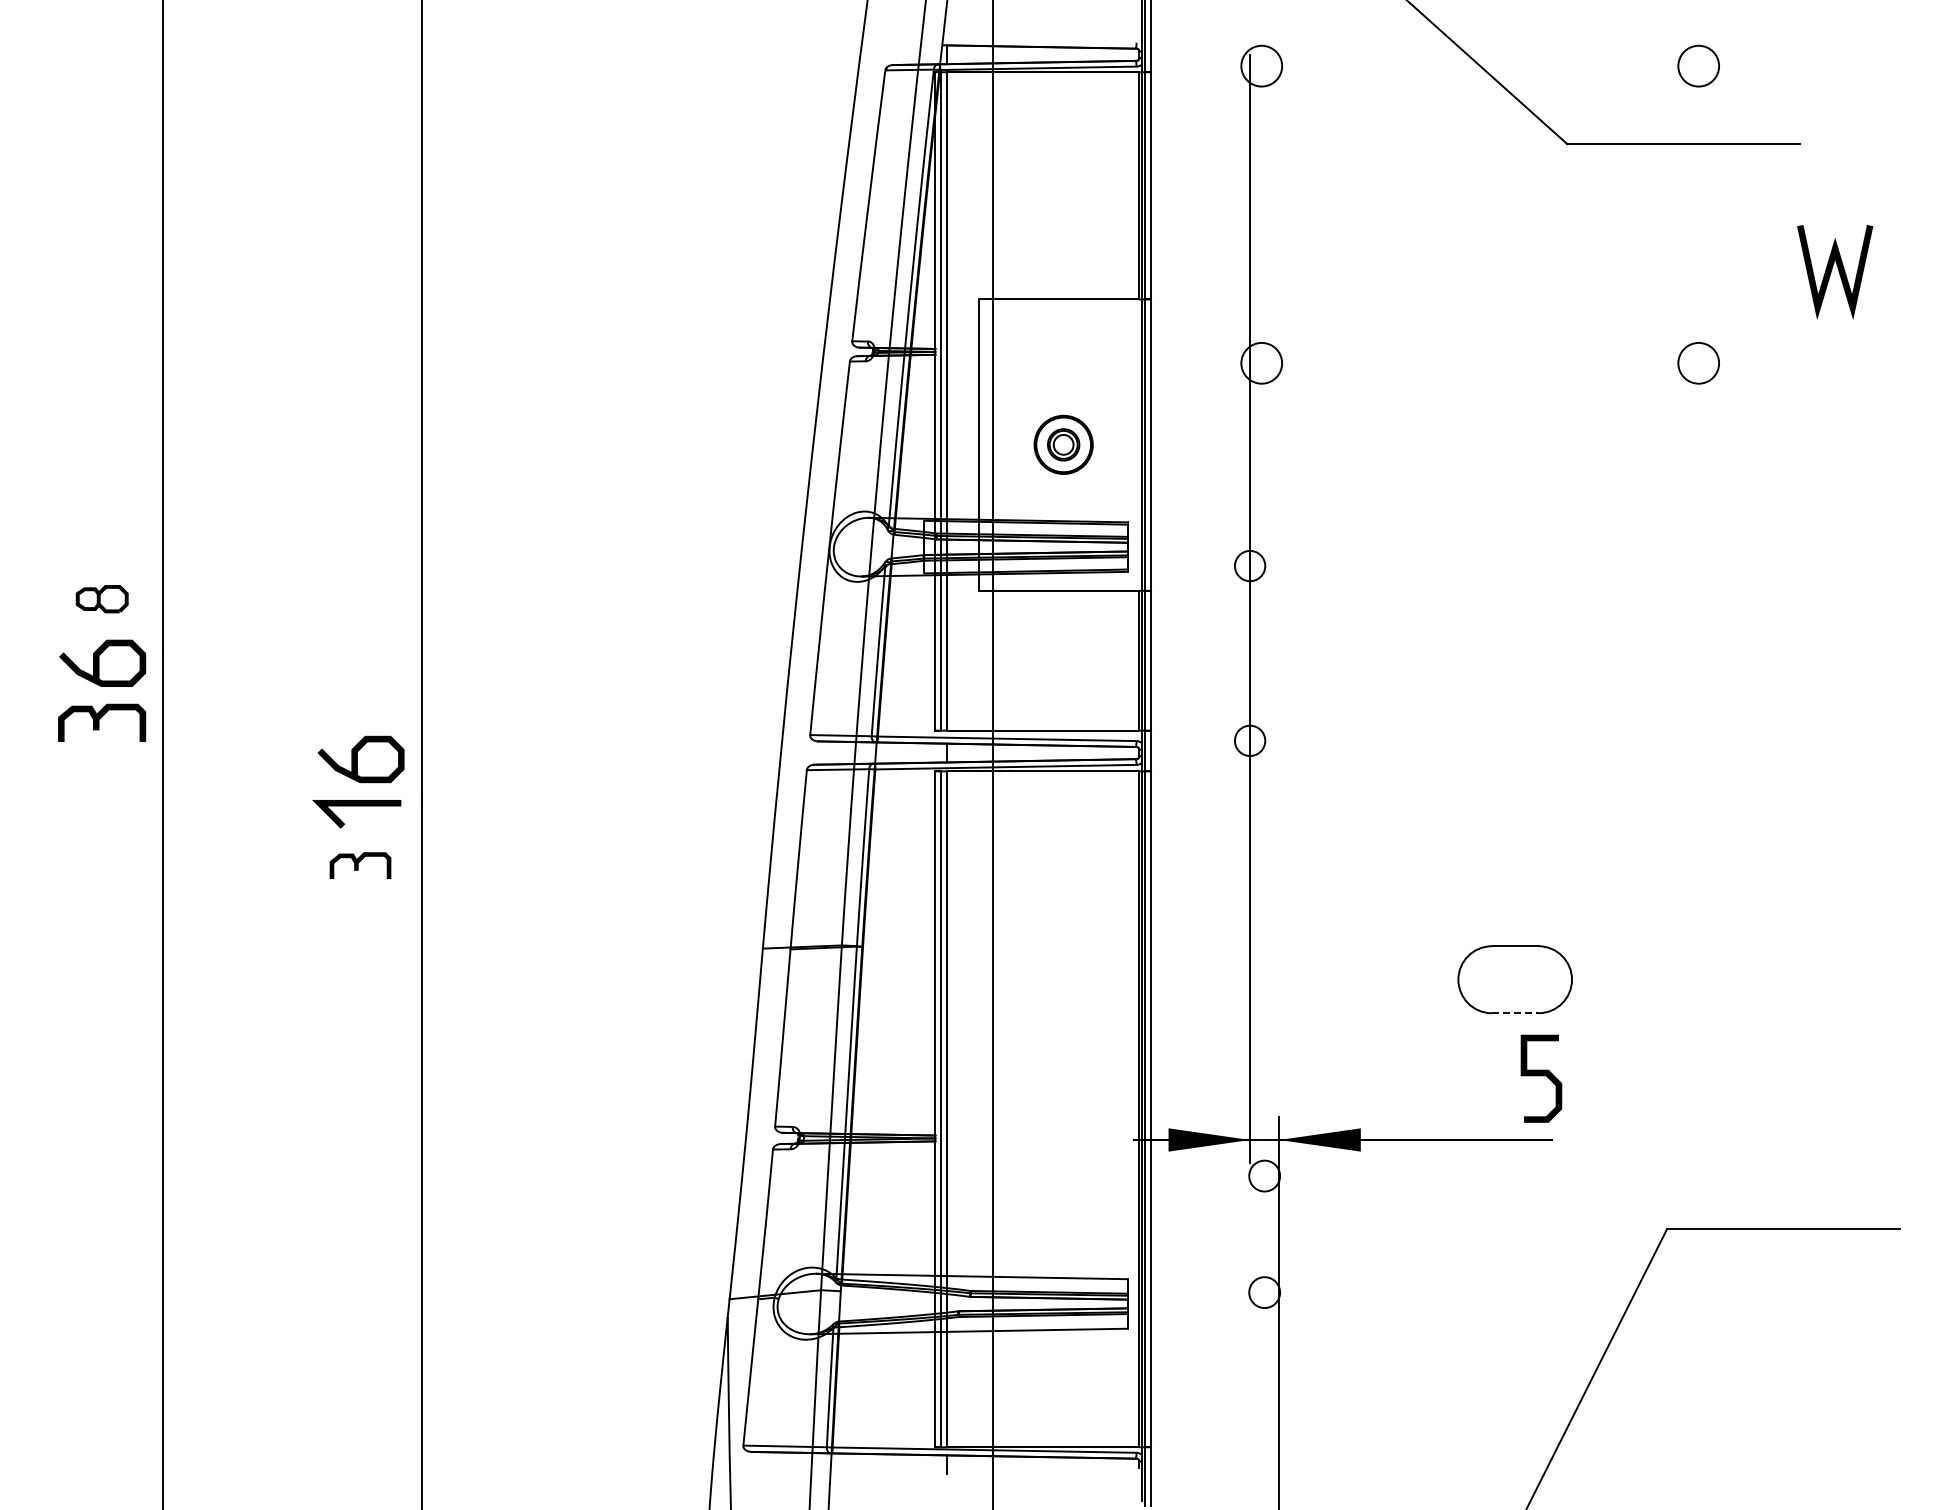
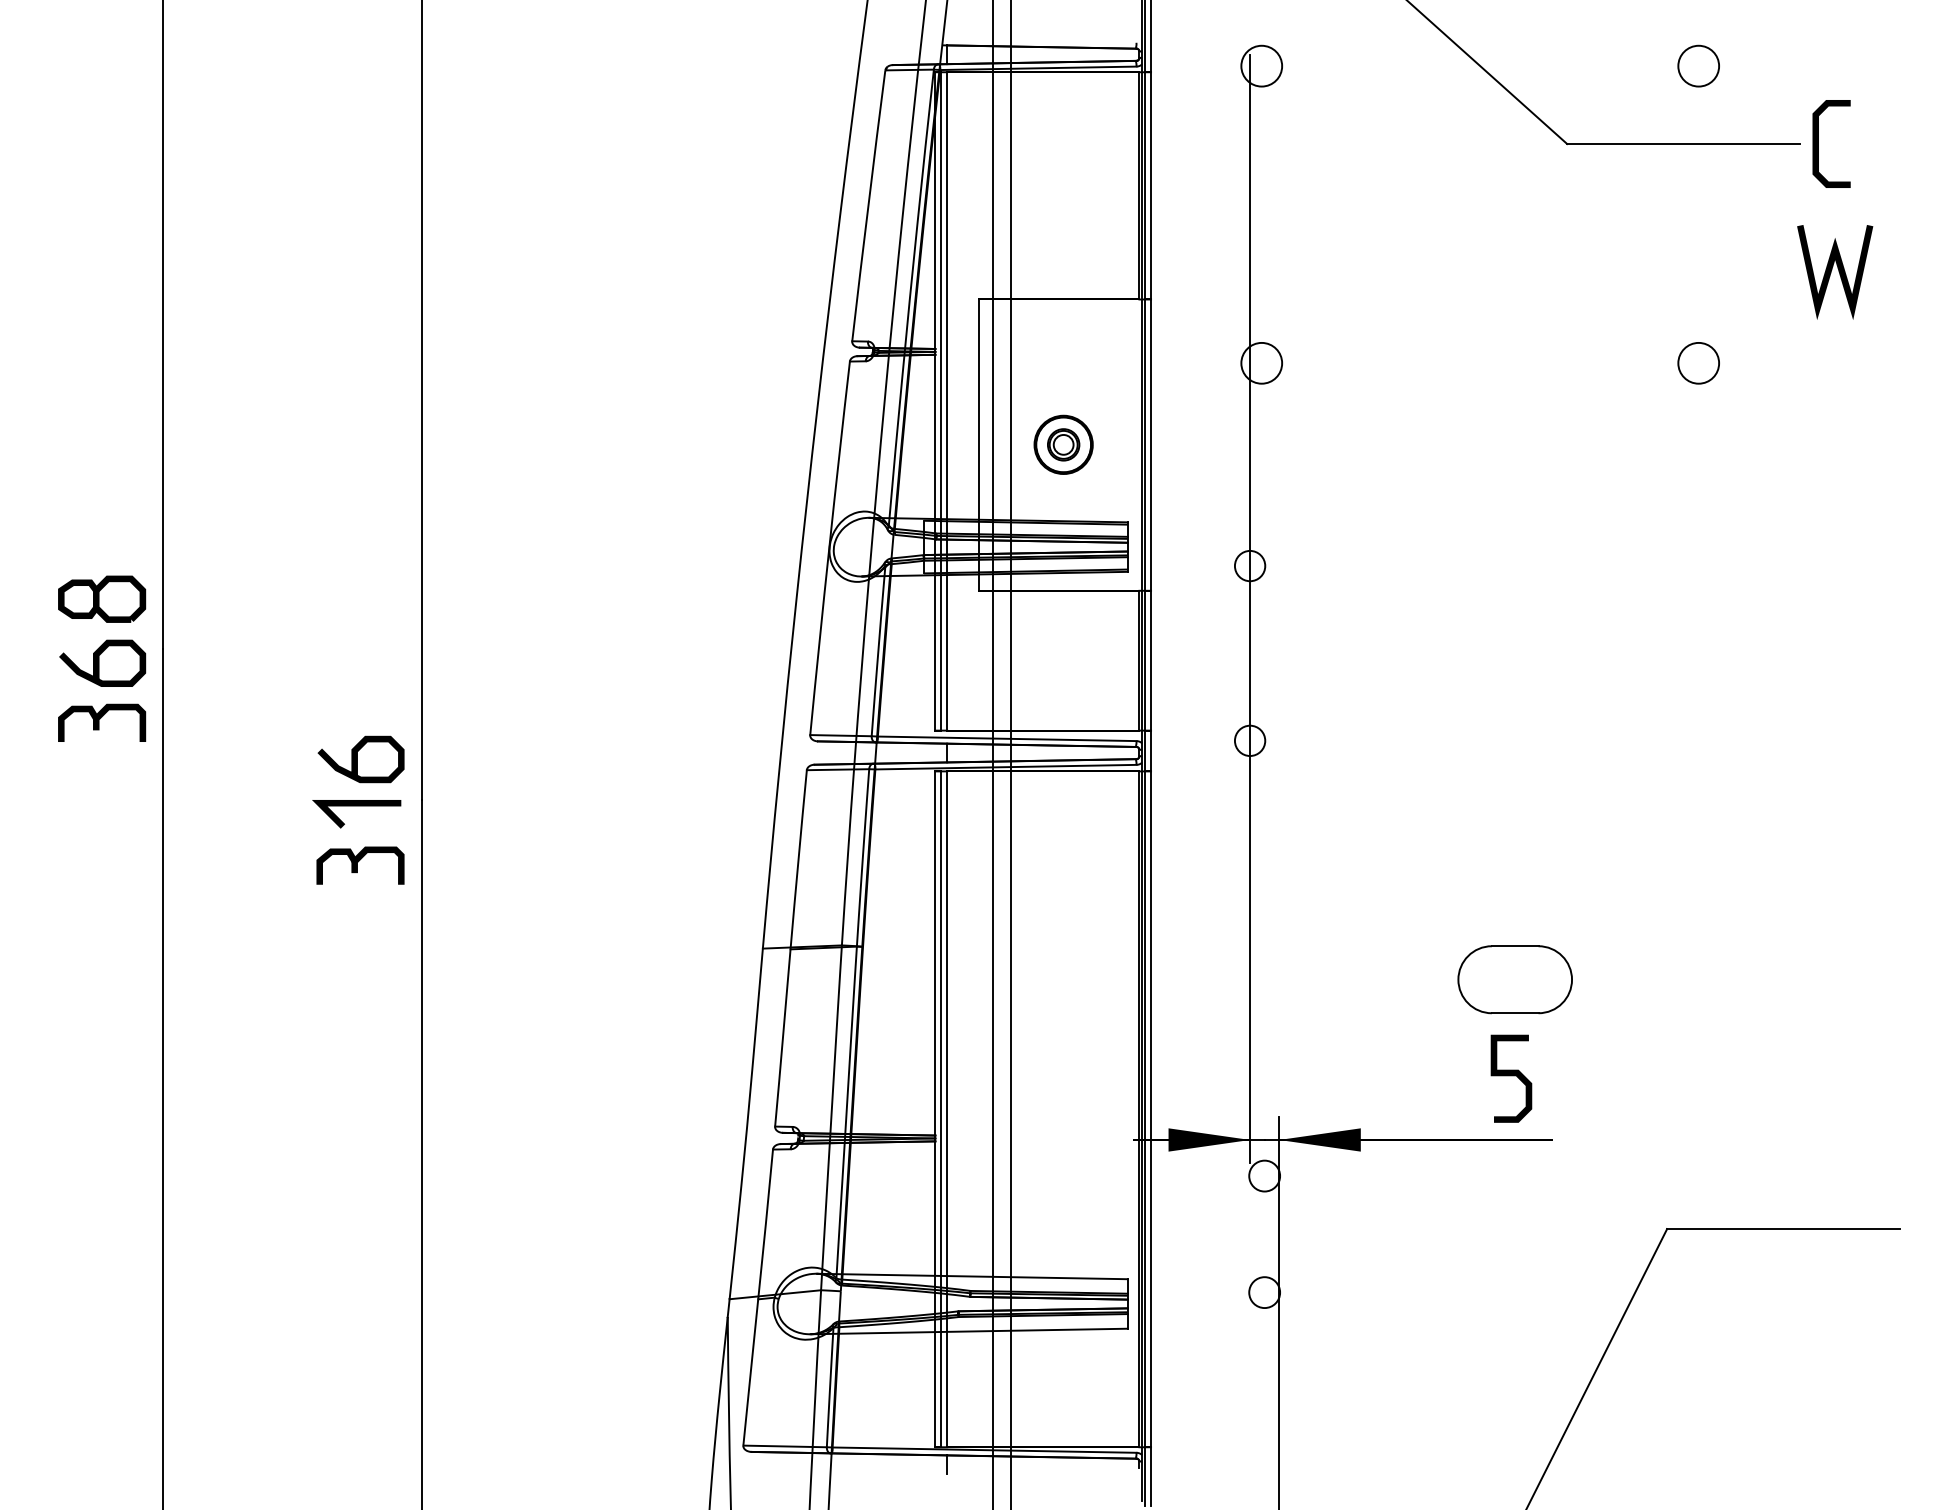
curve at (1818, 143): none -> present
part at (101, 599) size: 54x29 px -> 89x48 px
line at (1011, 754): none -> present
part at (360, 865) size: 63x27 px -> 89x39 px
line at (1515, 1013): dashed -> solid
curve at (1541, 1076) position: (1541, 1076) -> (1511, 1076)
